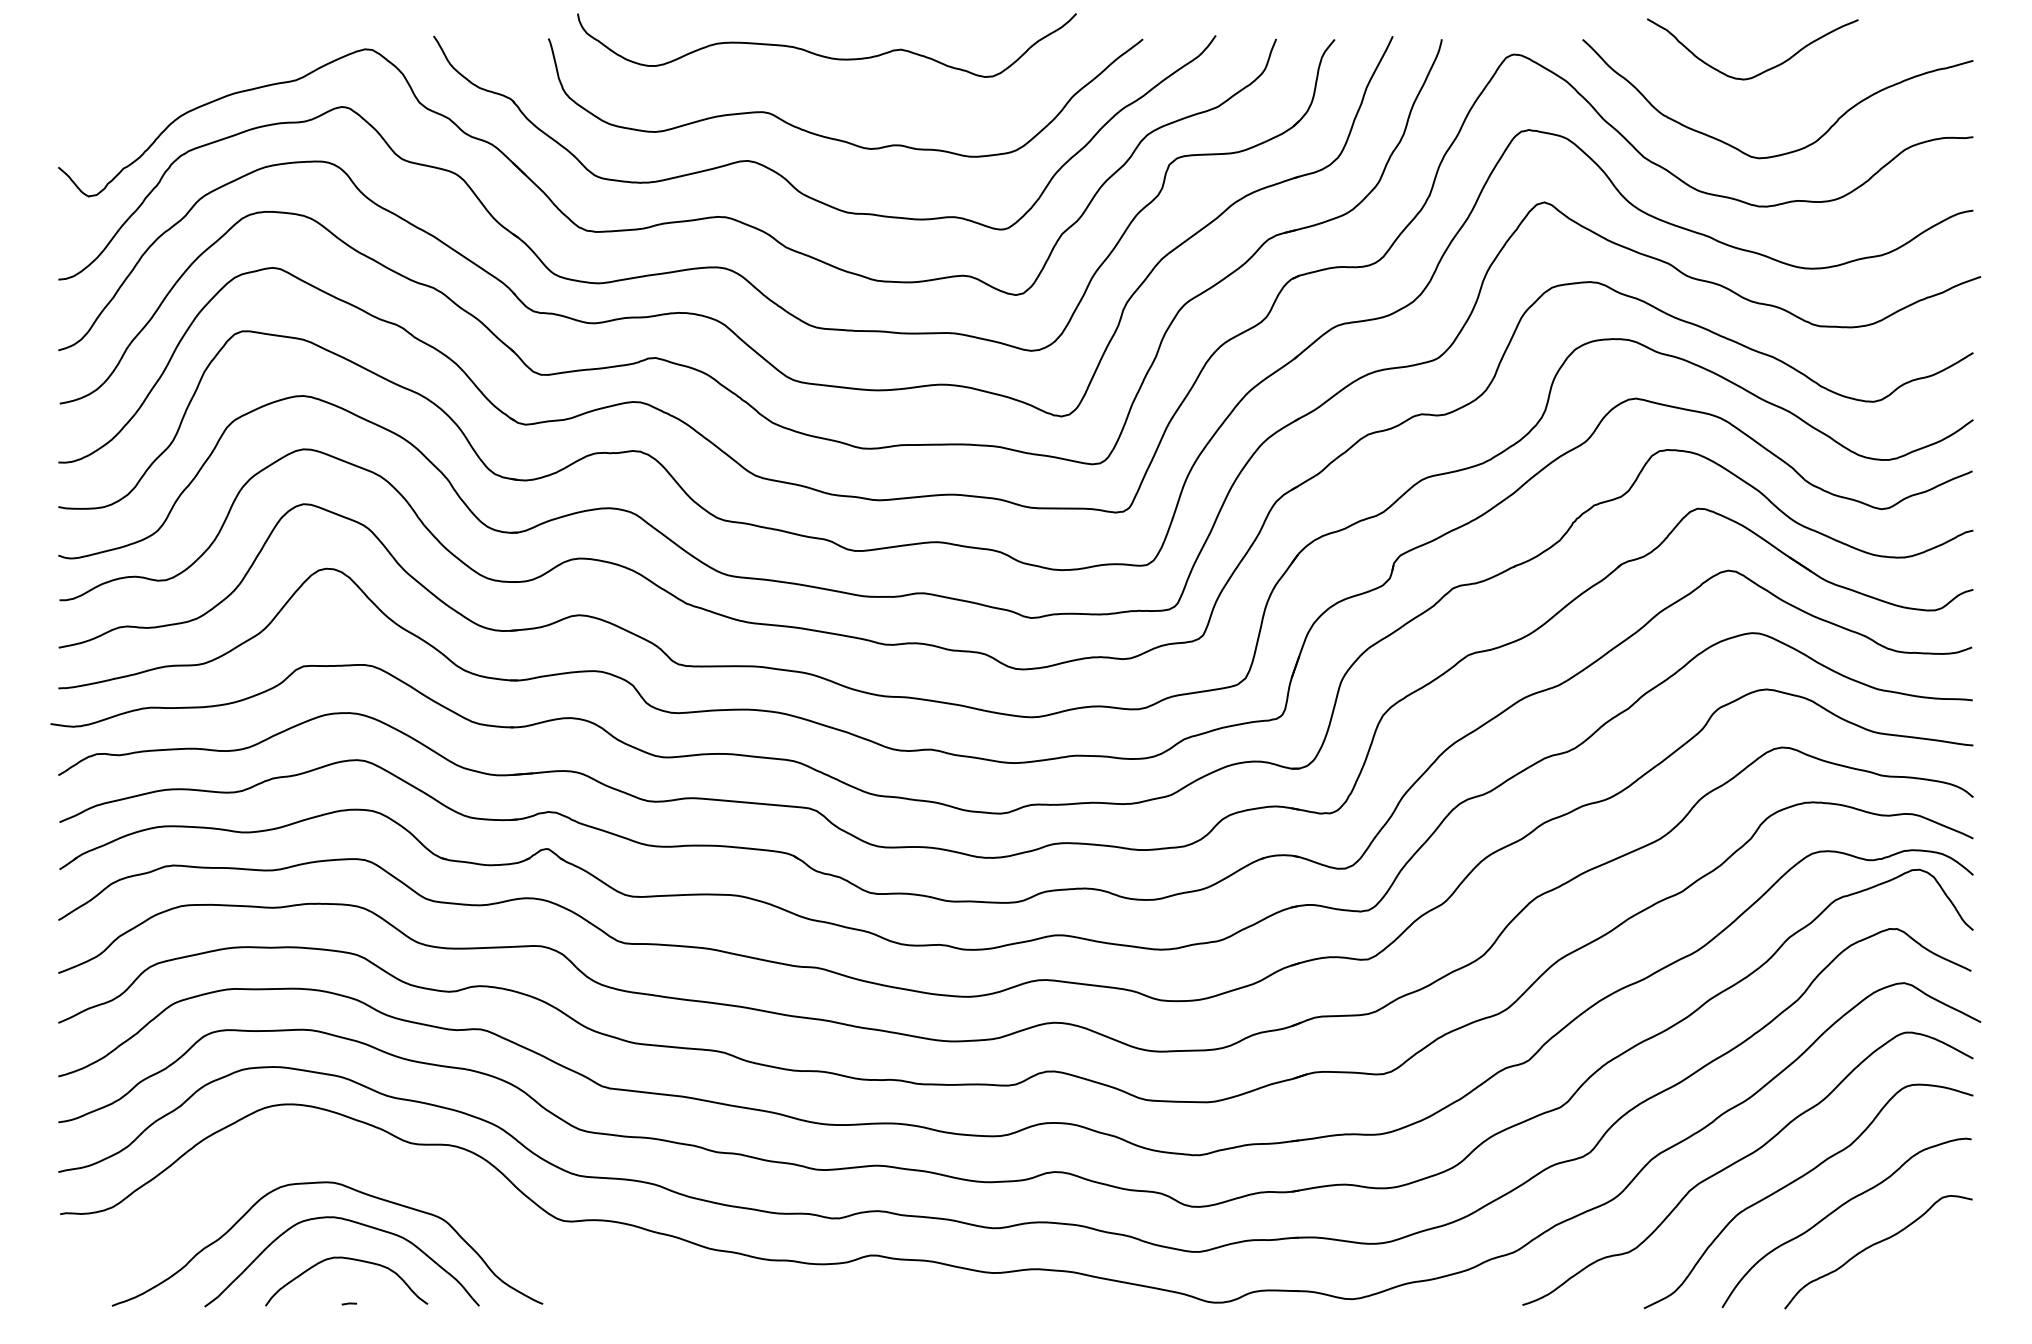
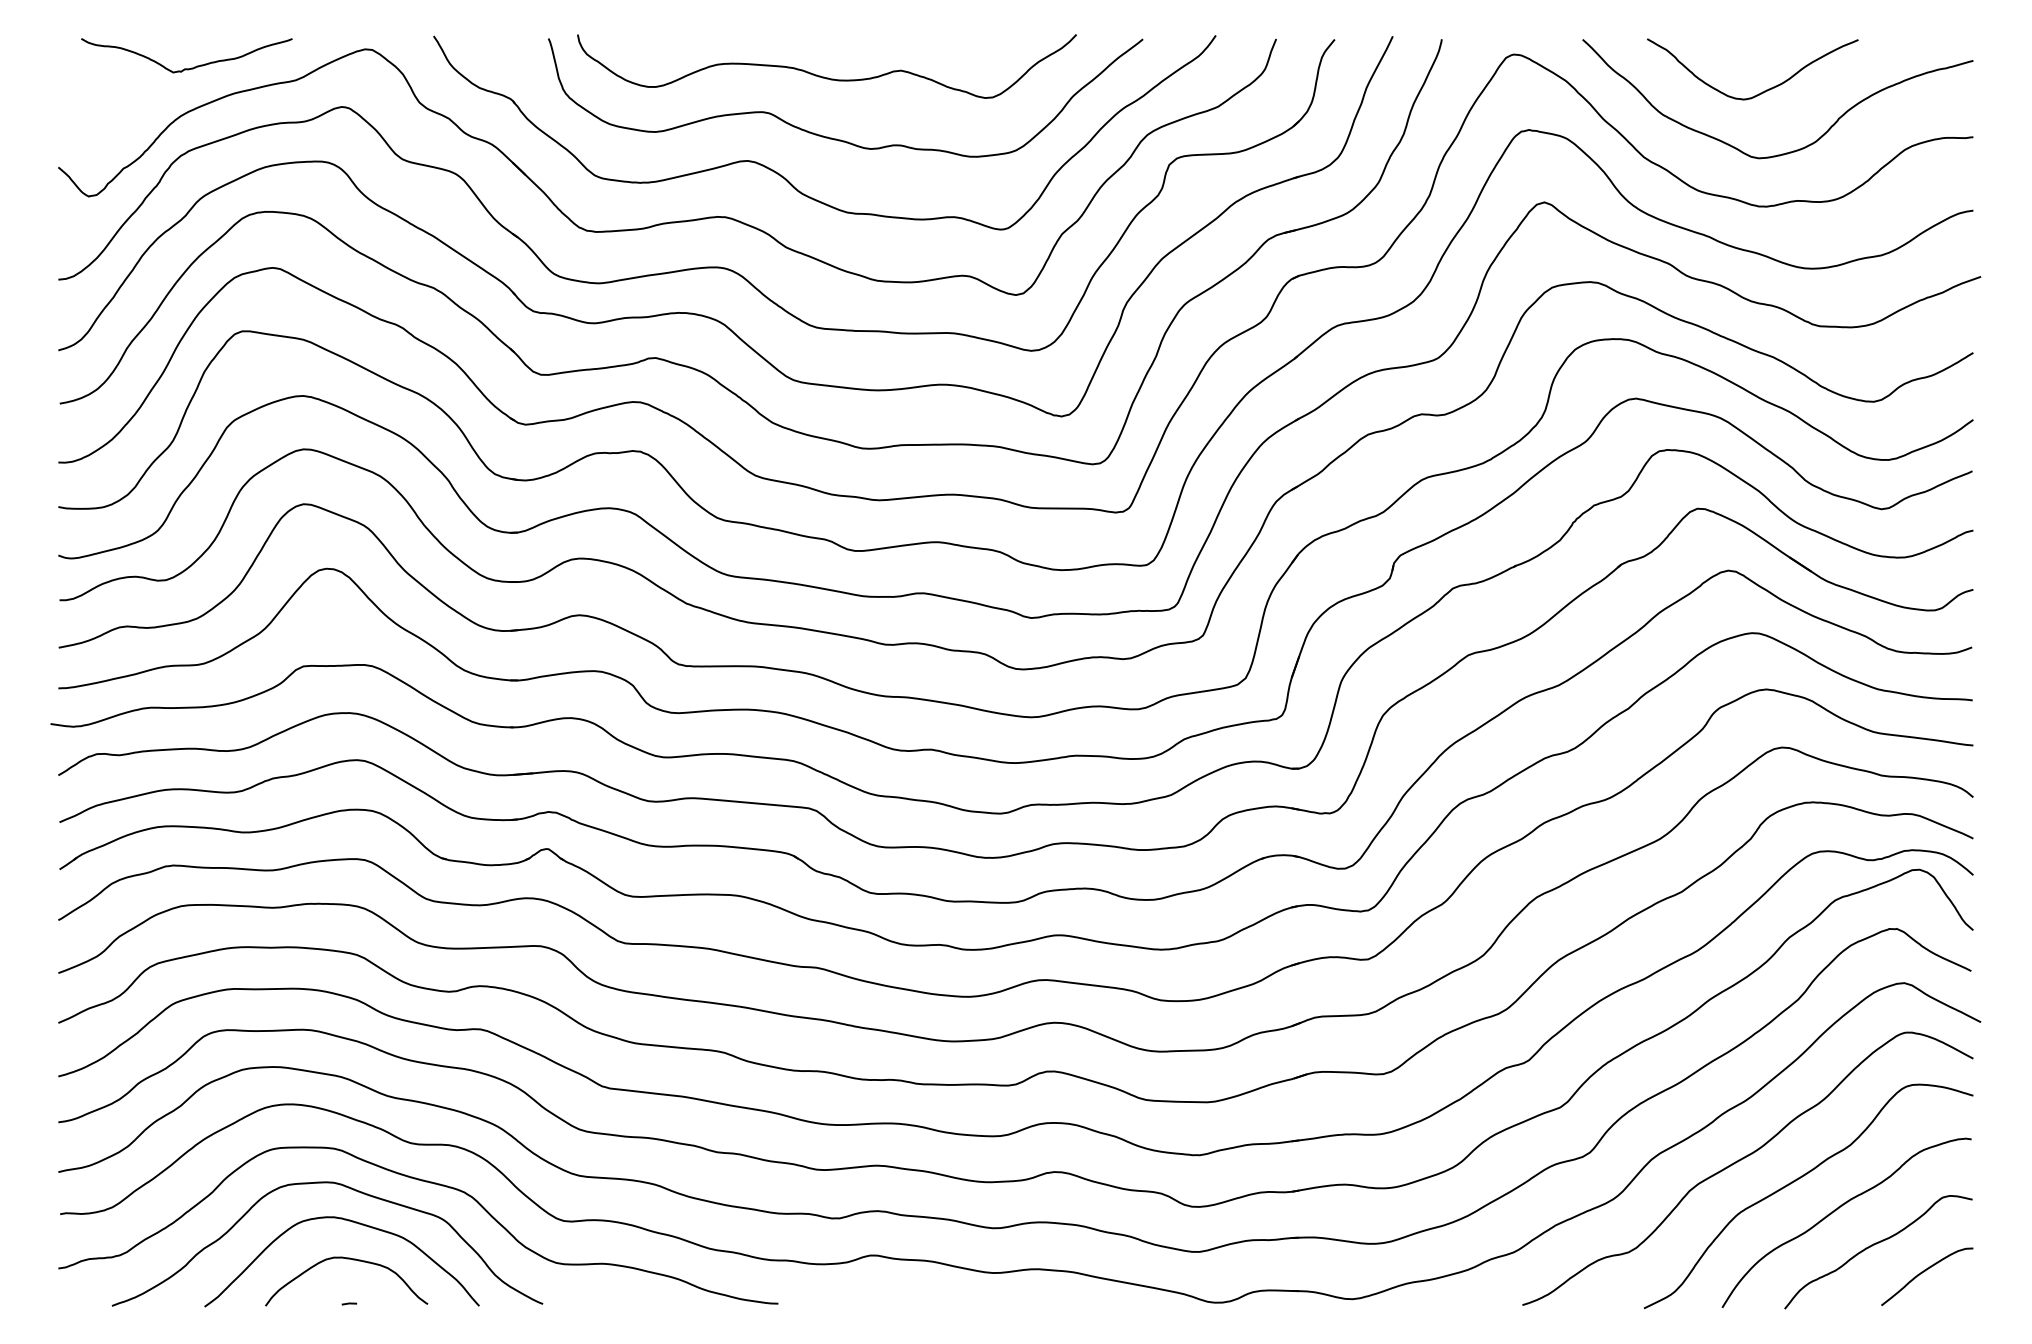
curve at (824, 55) position: (824, 55) -> (824, 76)
curve at (191, 67): none -> present
curve at (1762, 71) position: (1762, 71) -> (1762, 91)
curve at (425, 1182): none -> present
curve at (1924, 1272): none -> present
